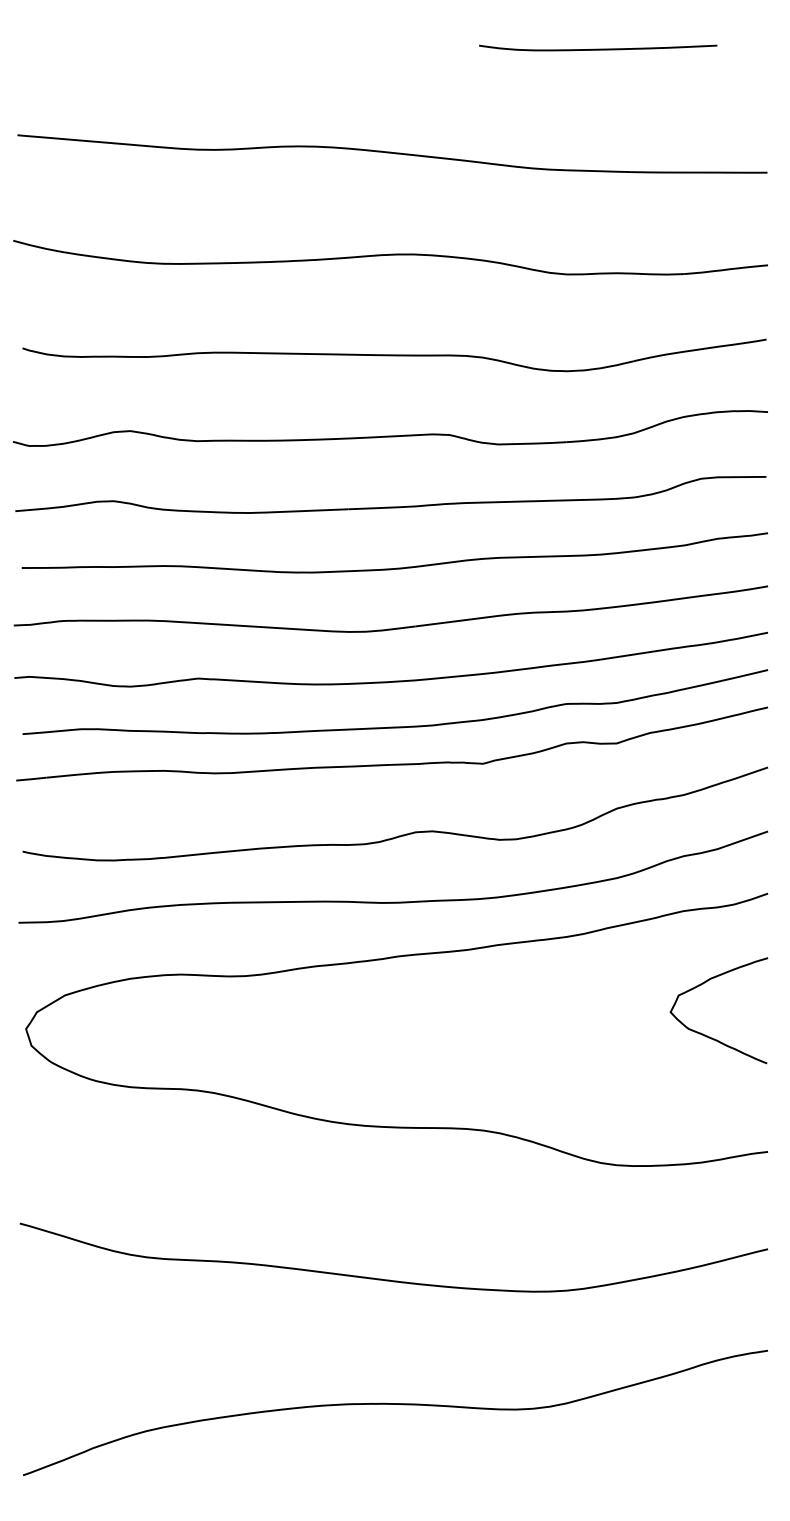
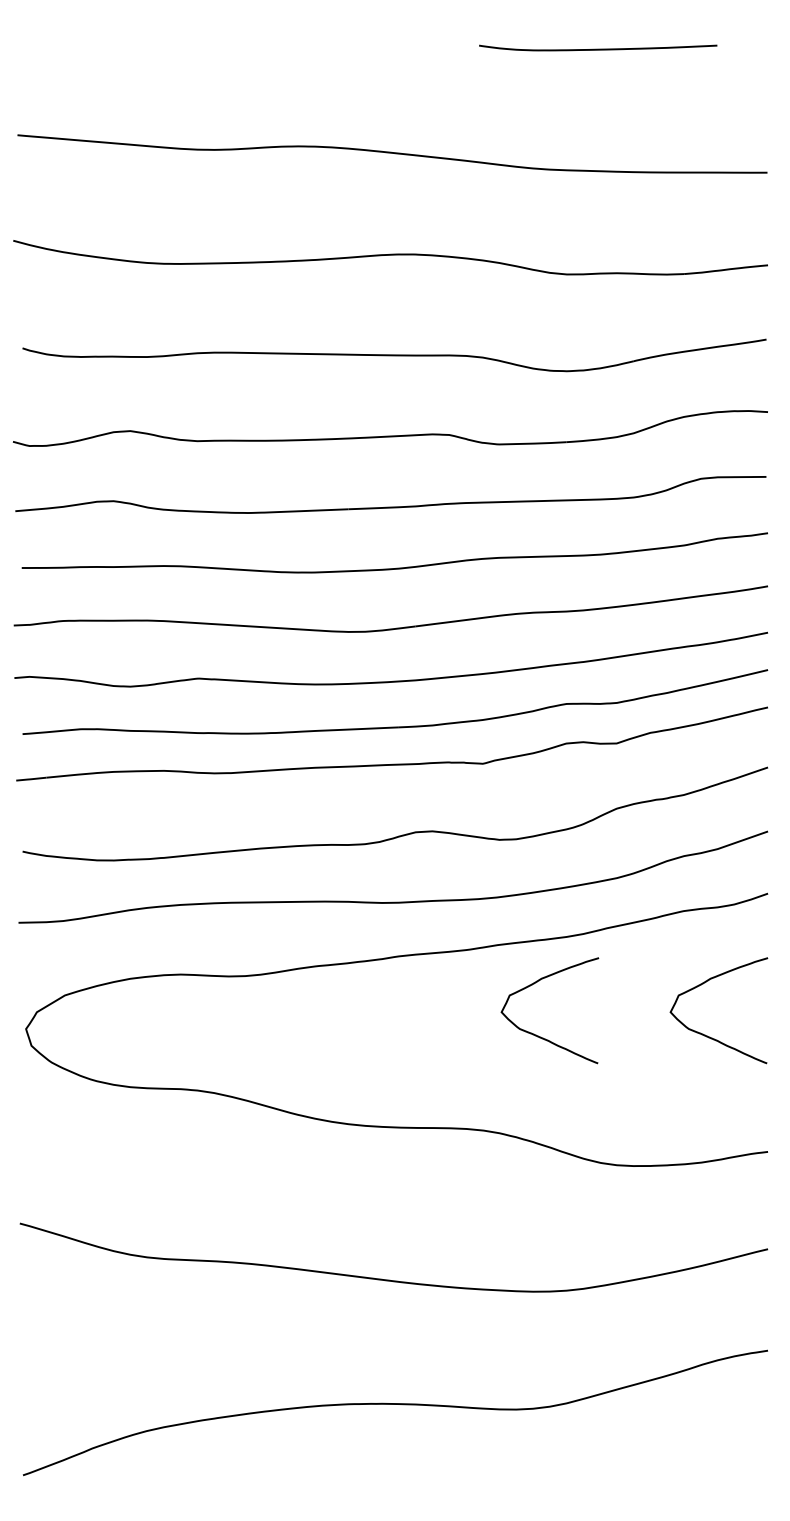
curve at (536, 1034): none -> present
